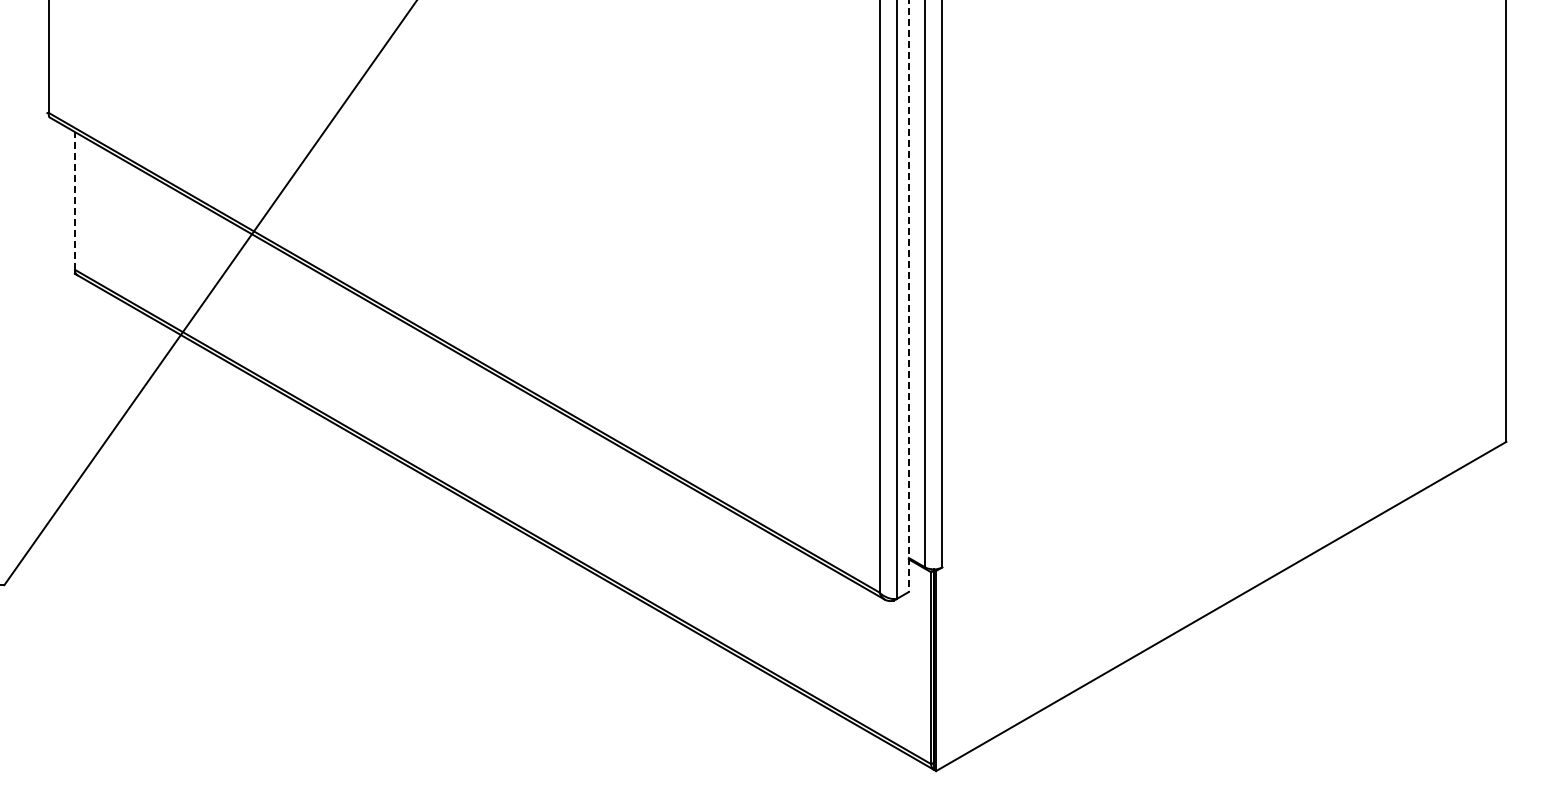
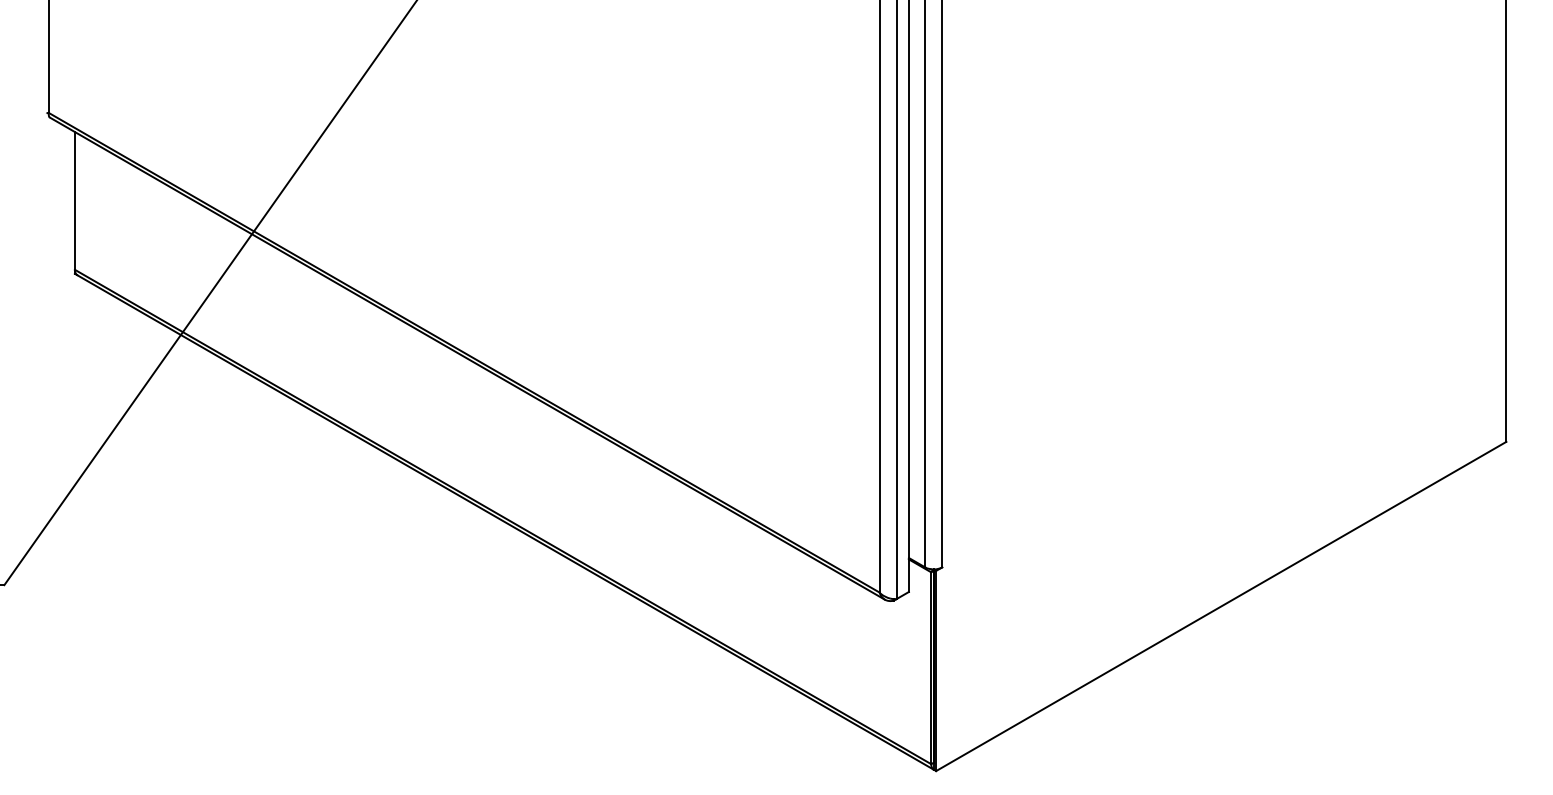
line at (74, 200): dashed -> solid
line at (908, 296): dashed -> solid
